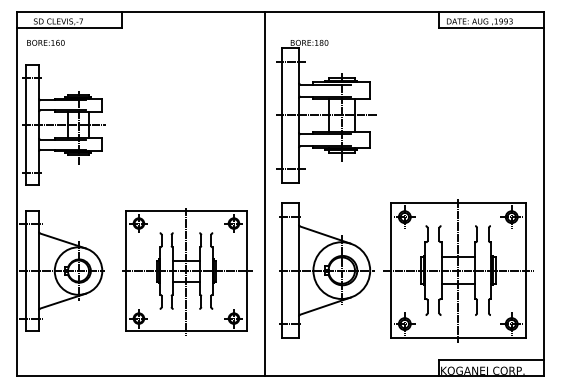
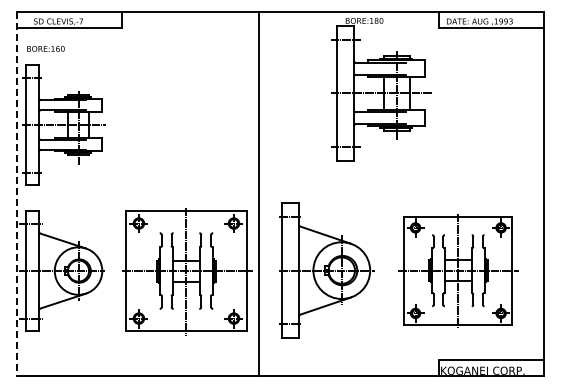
text at (45, 42) position: (45, 42) -> (45, 48)
part at (326, 111) position: (326, 111) -> (381, 89)
line at (265, 193) position: (265, 193) -> (259, 193)
line at (16, 194): solid -> dashed
part at (458, 270) size: 151x144 px -> 121x114 px
